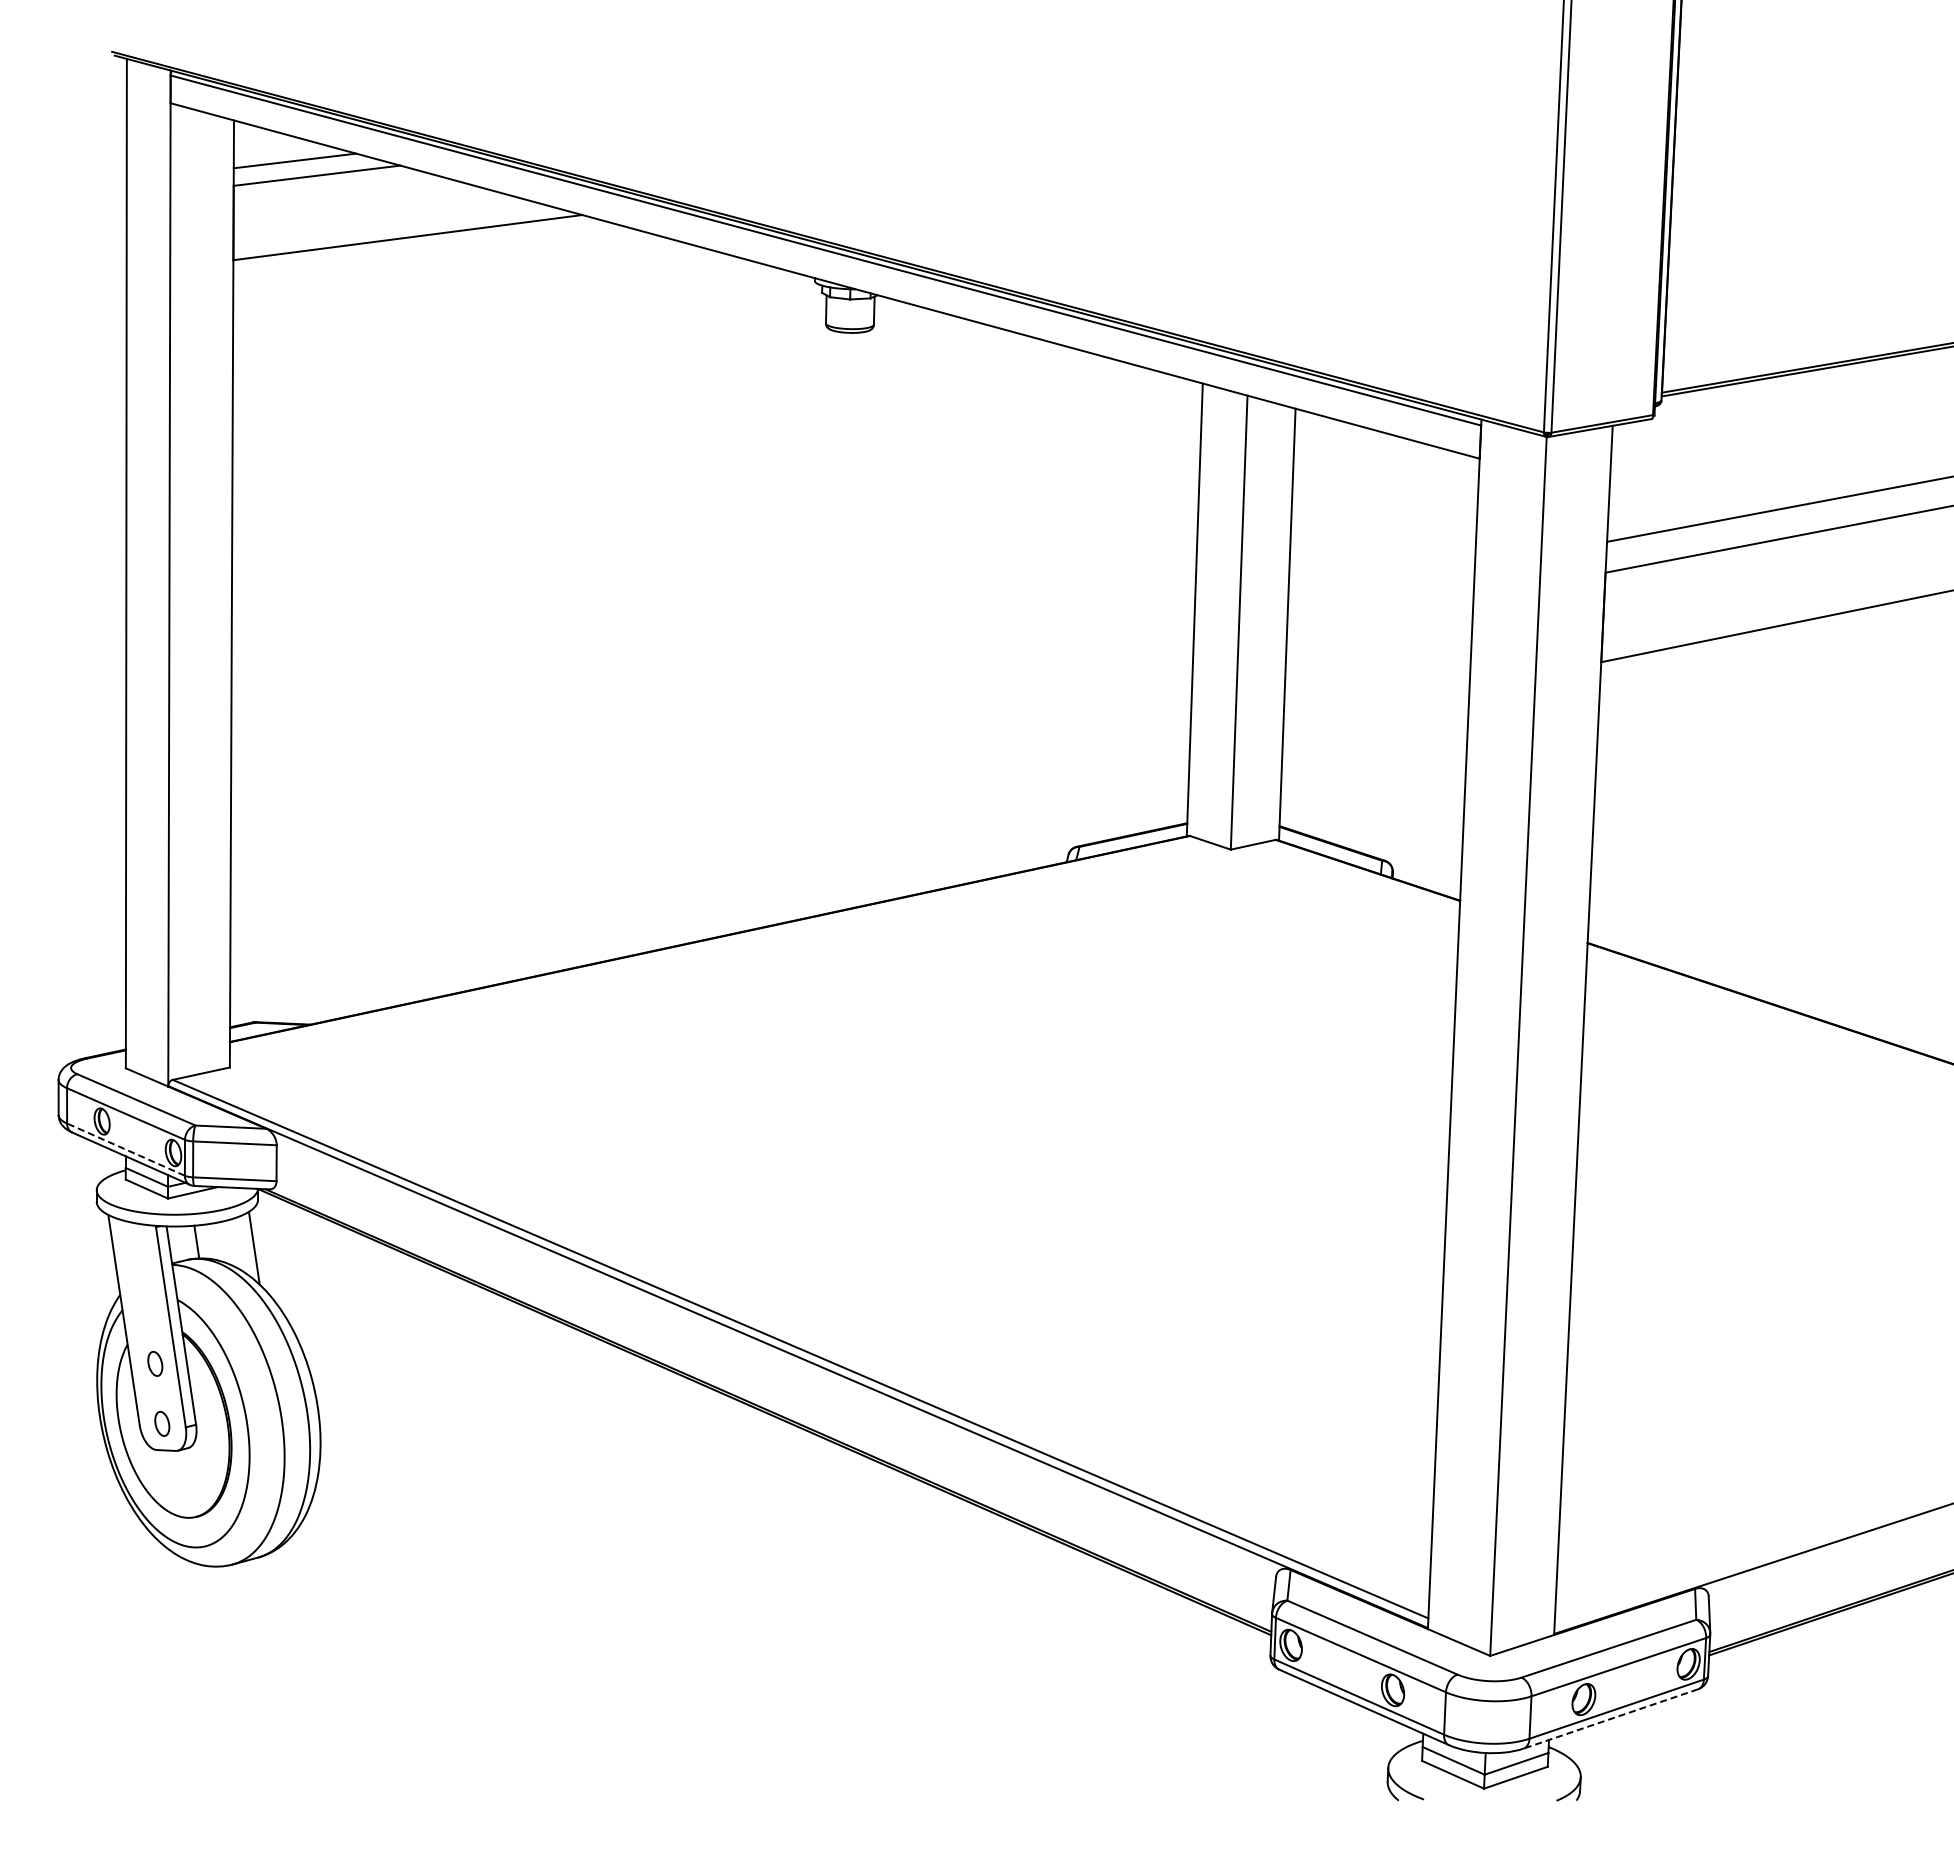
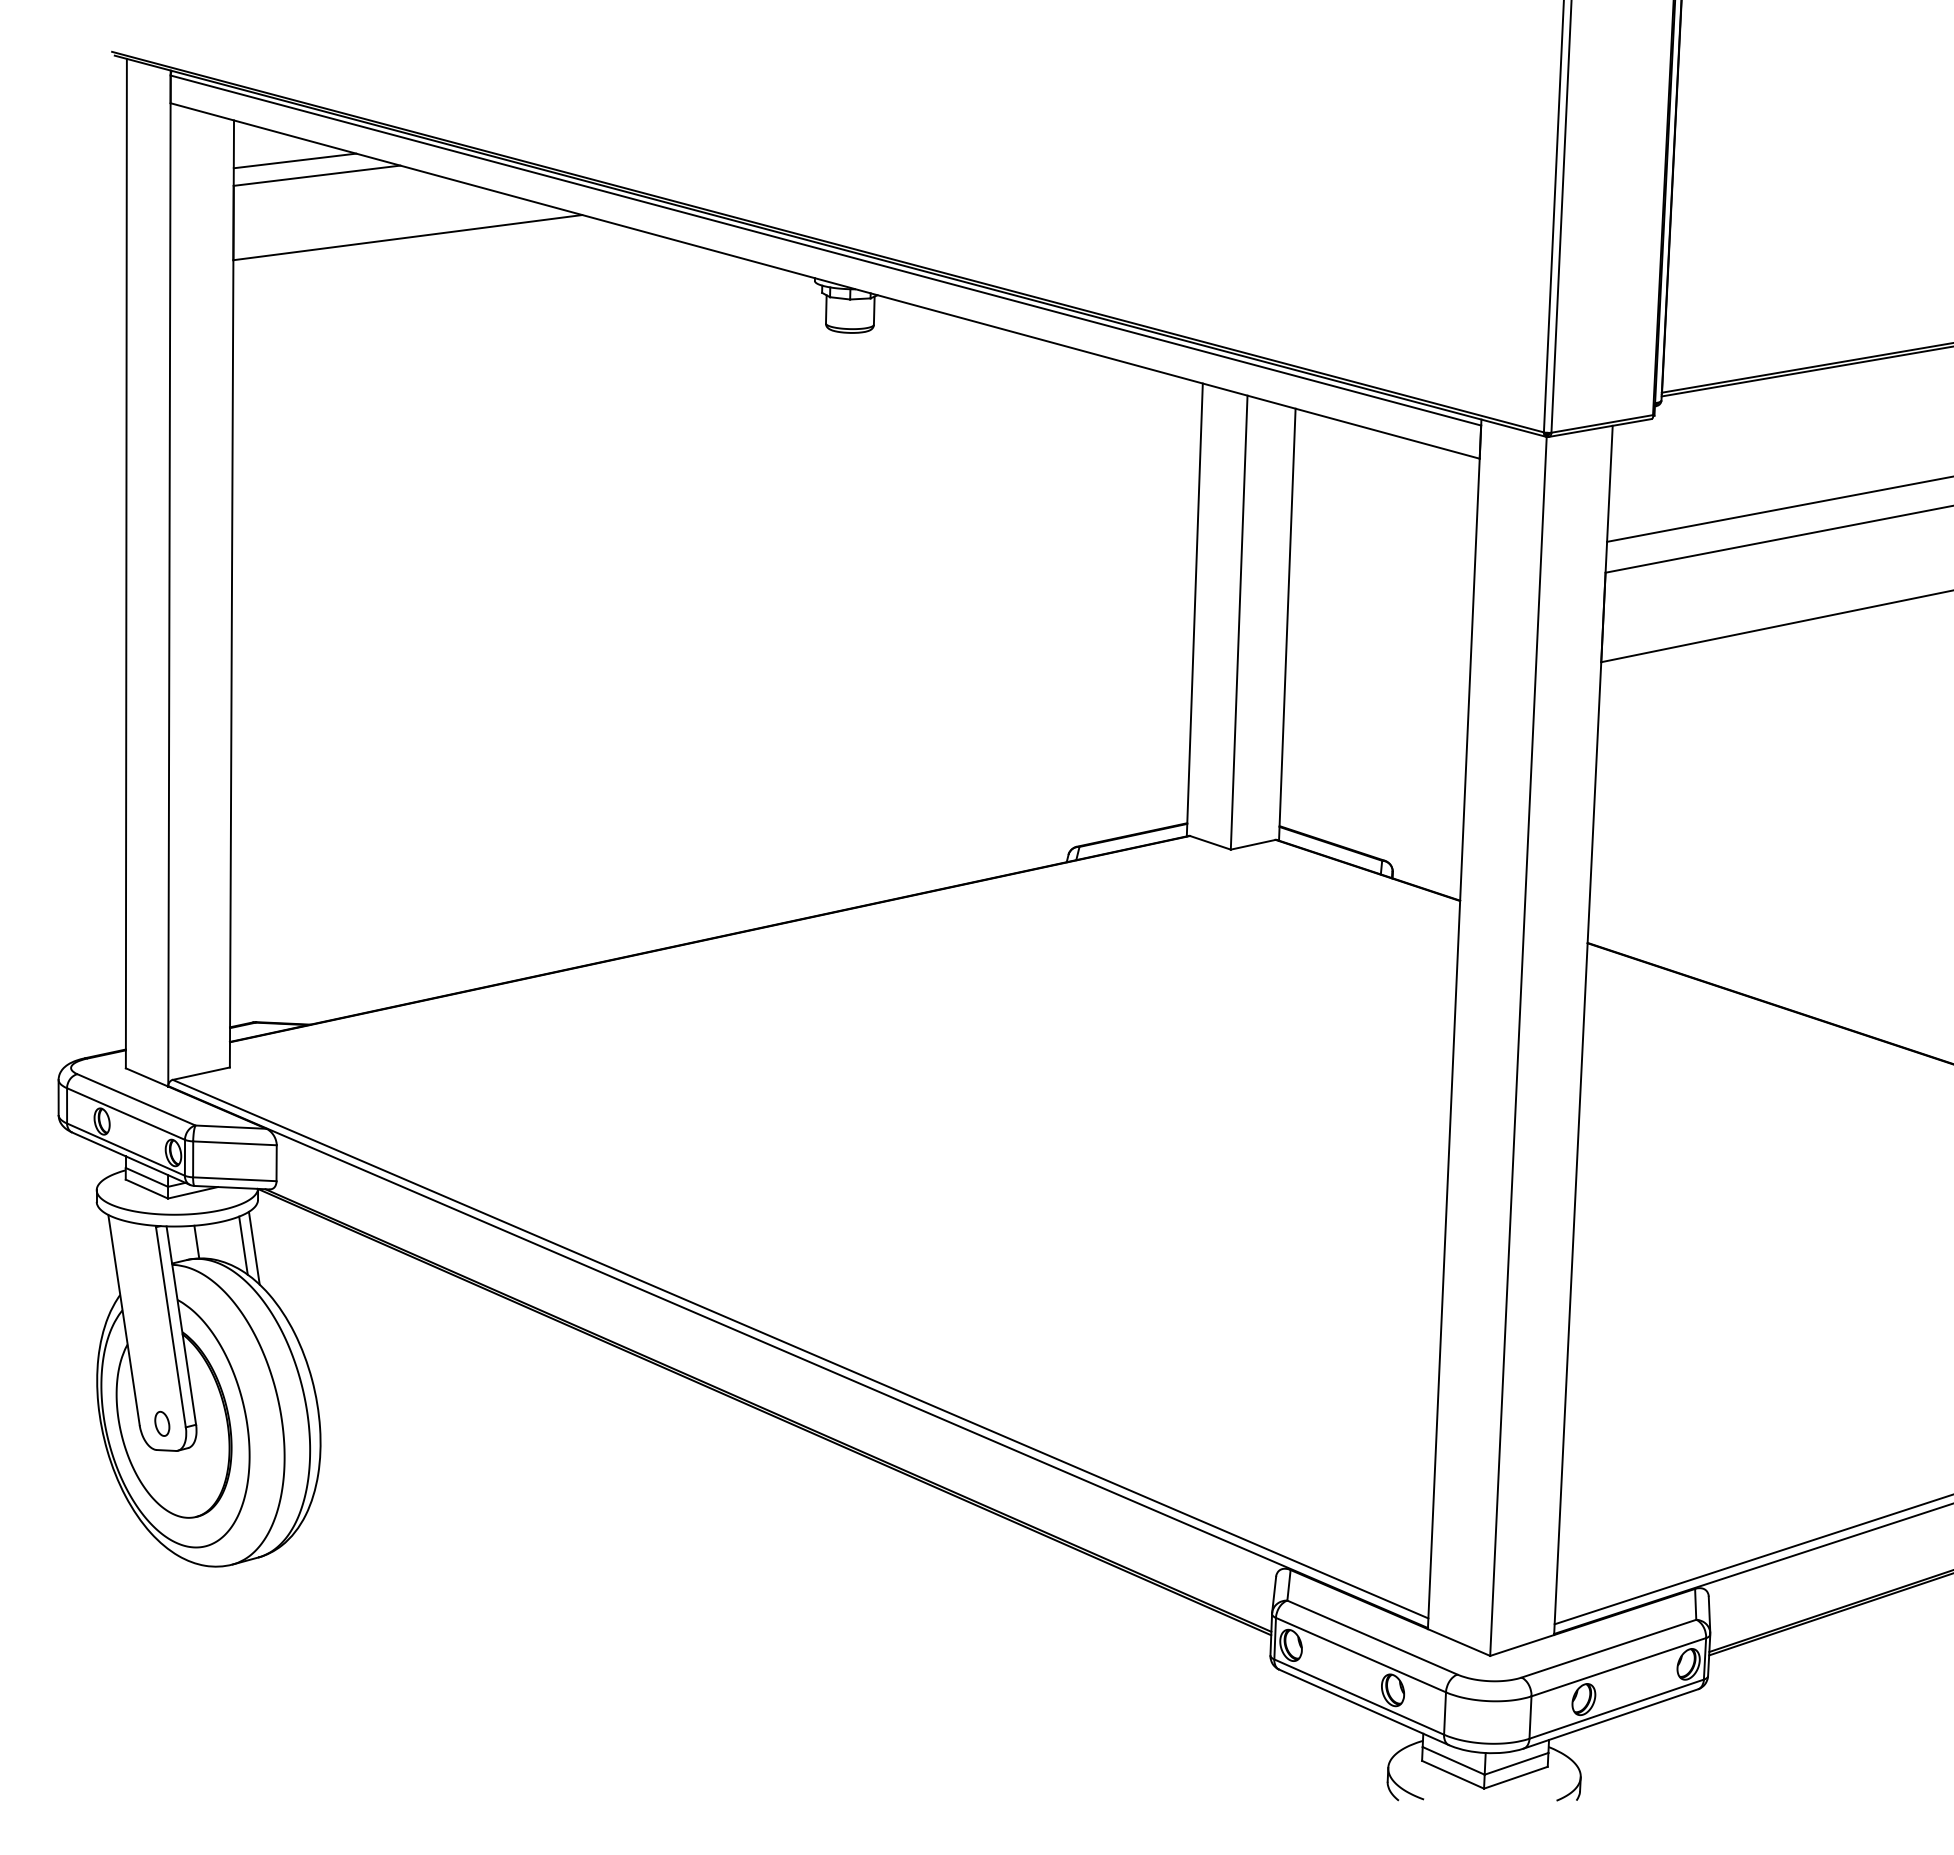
line at (125, 1149): dashed -> solid
line at (243, 1245): none -> present
part at (155, 1363): present -> none
line at (1752, 1559): none -> present
line at (1610, 1719): dashed -> solid
